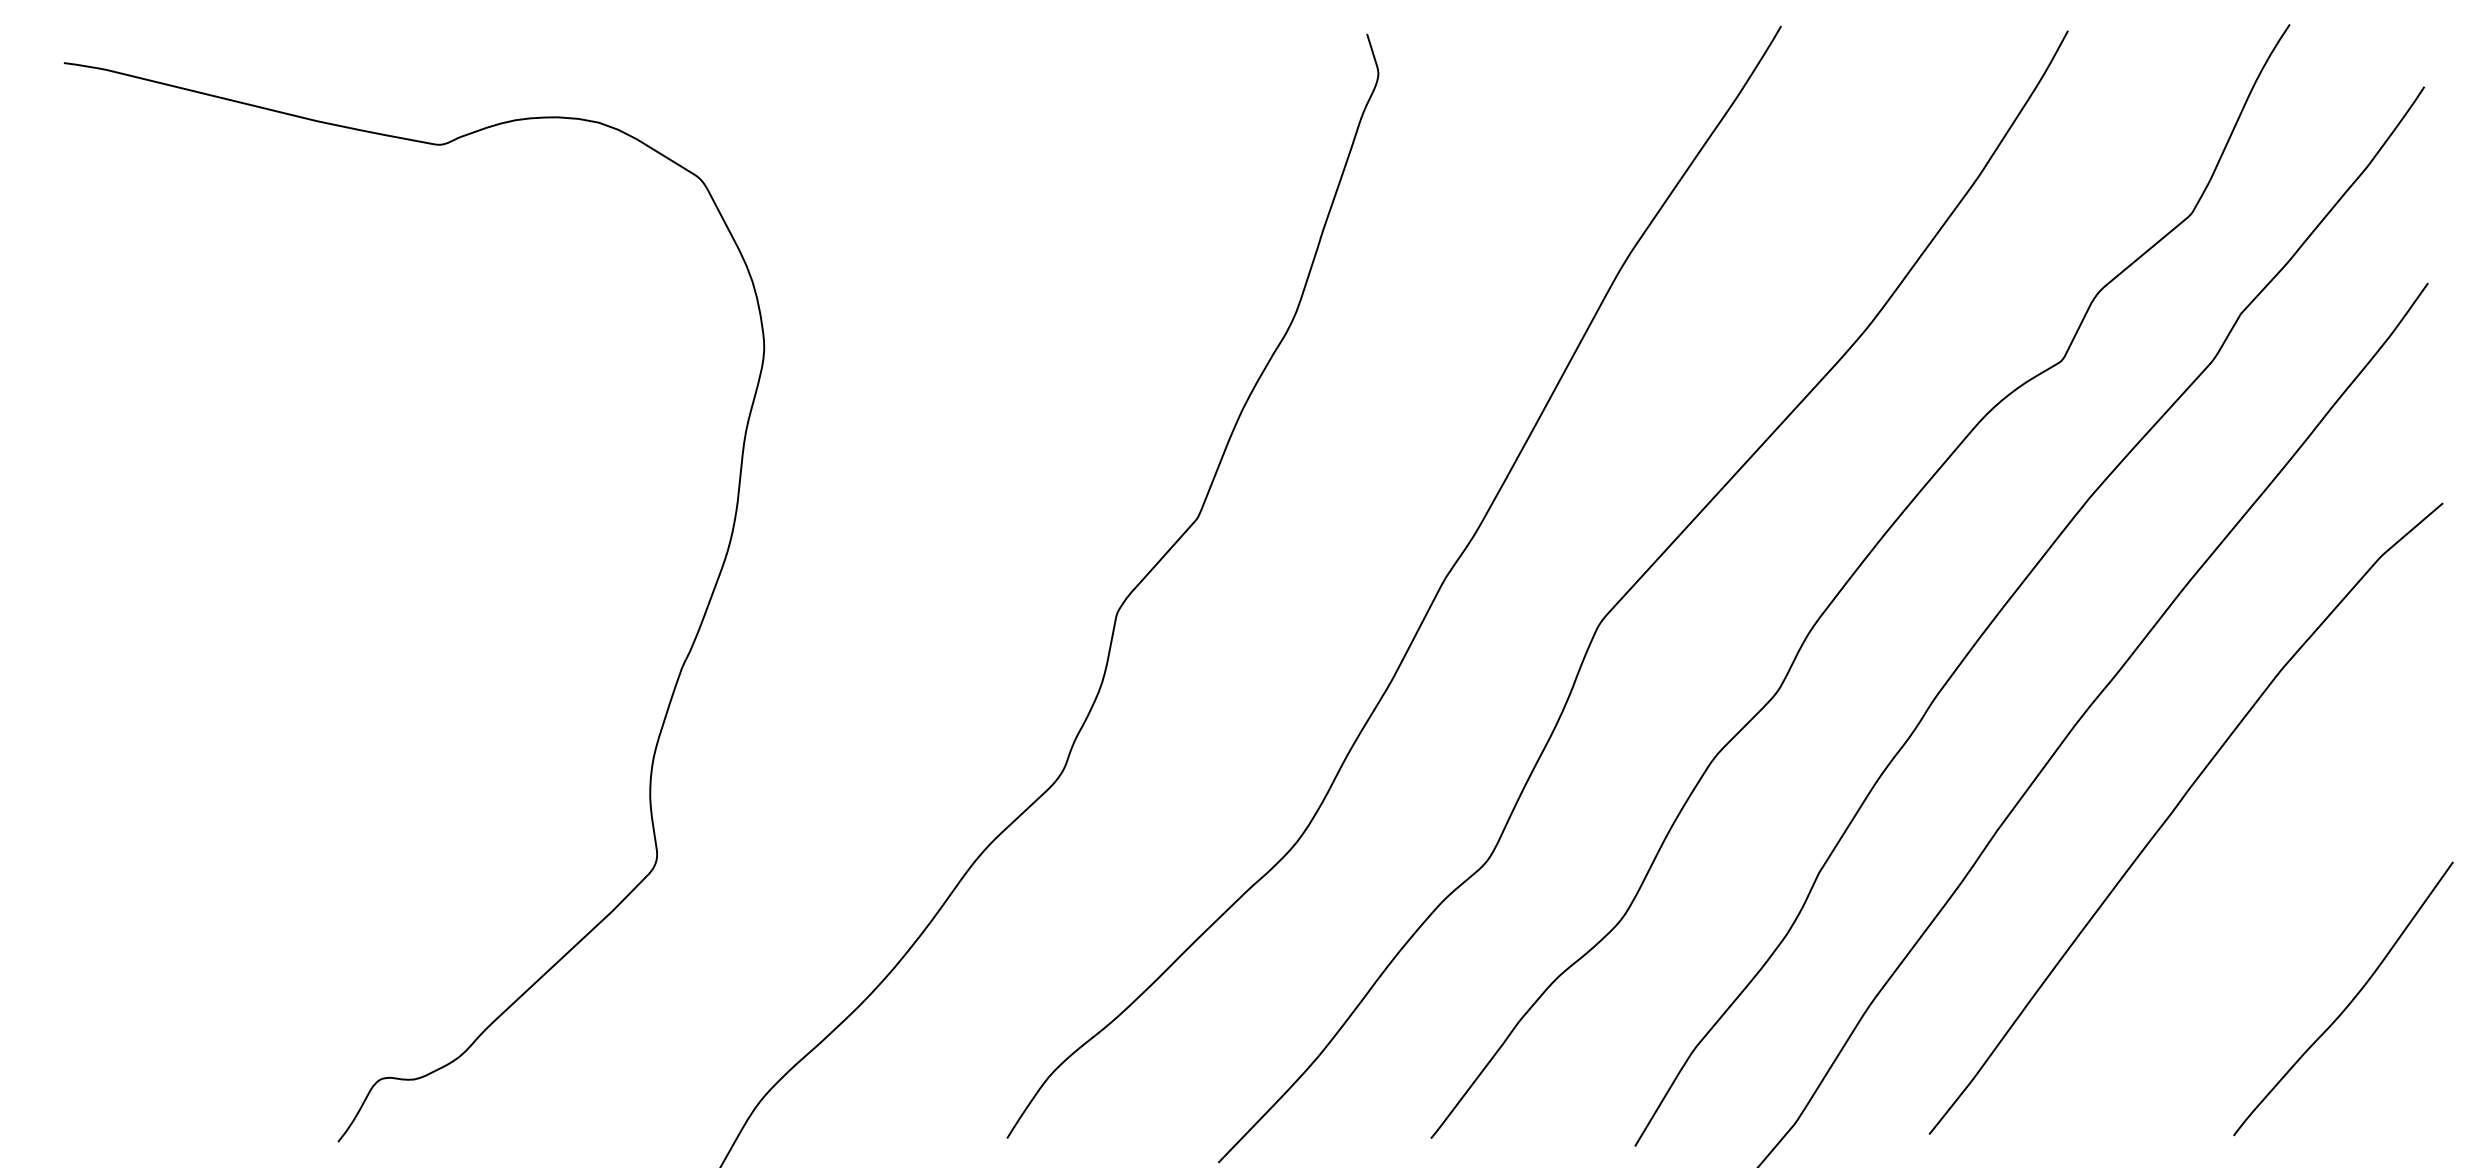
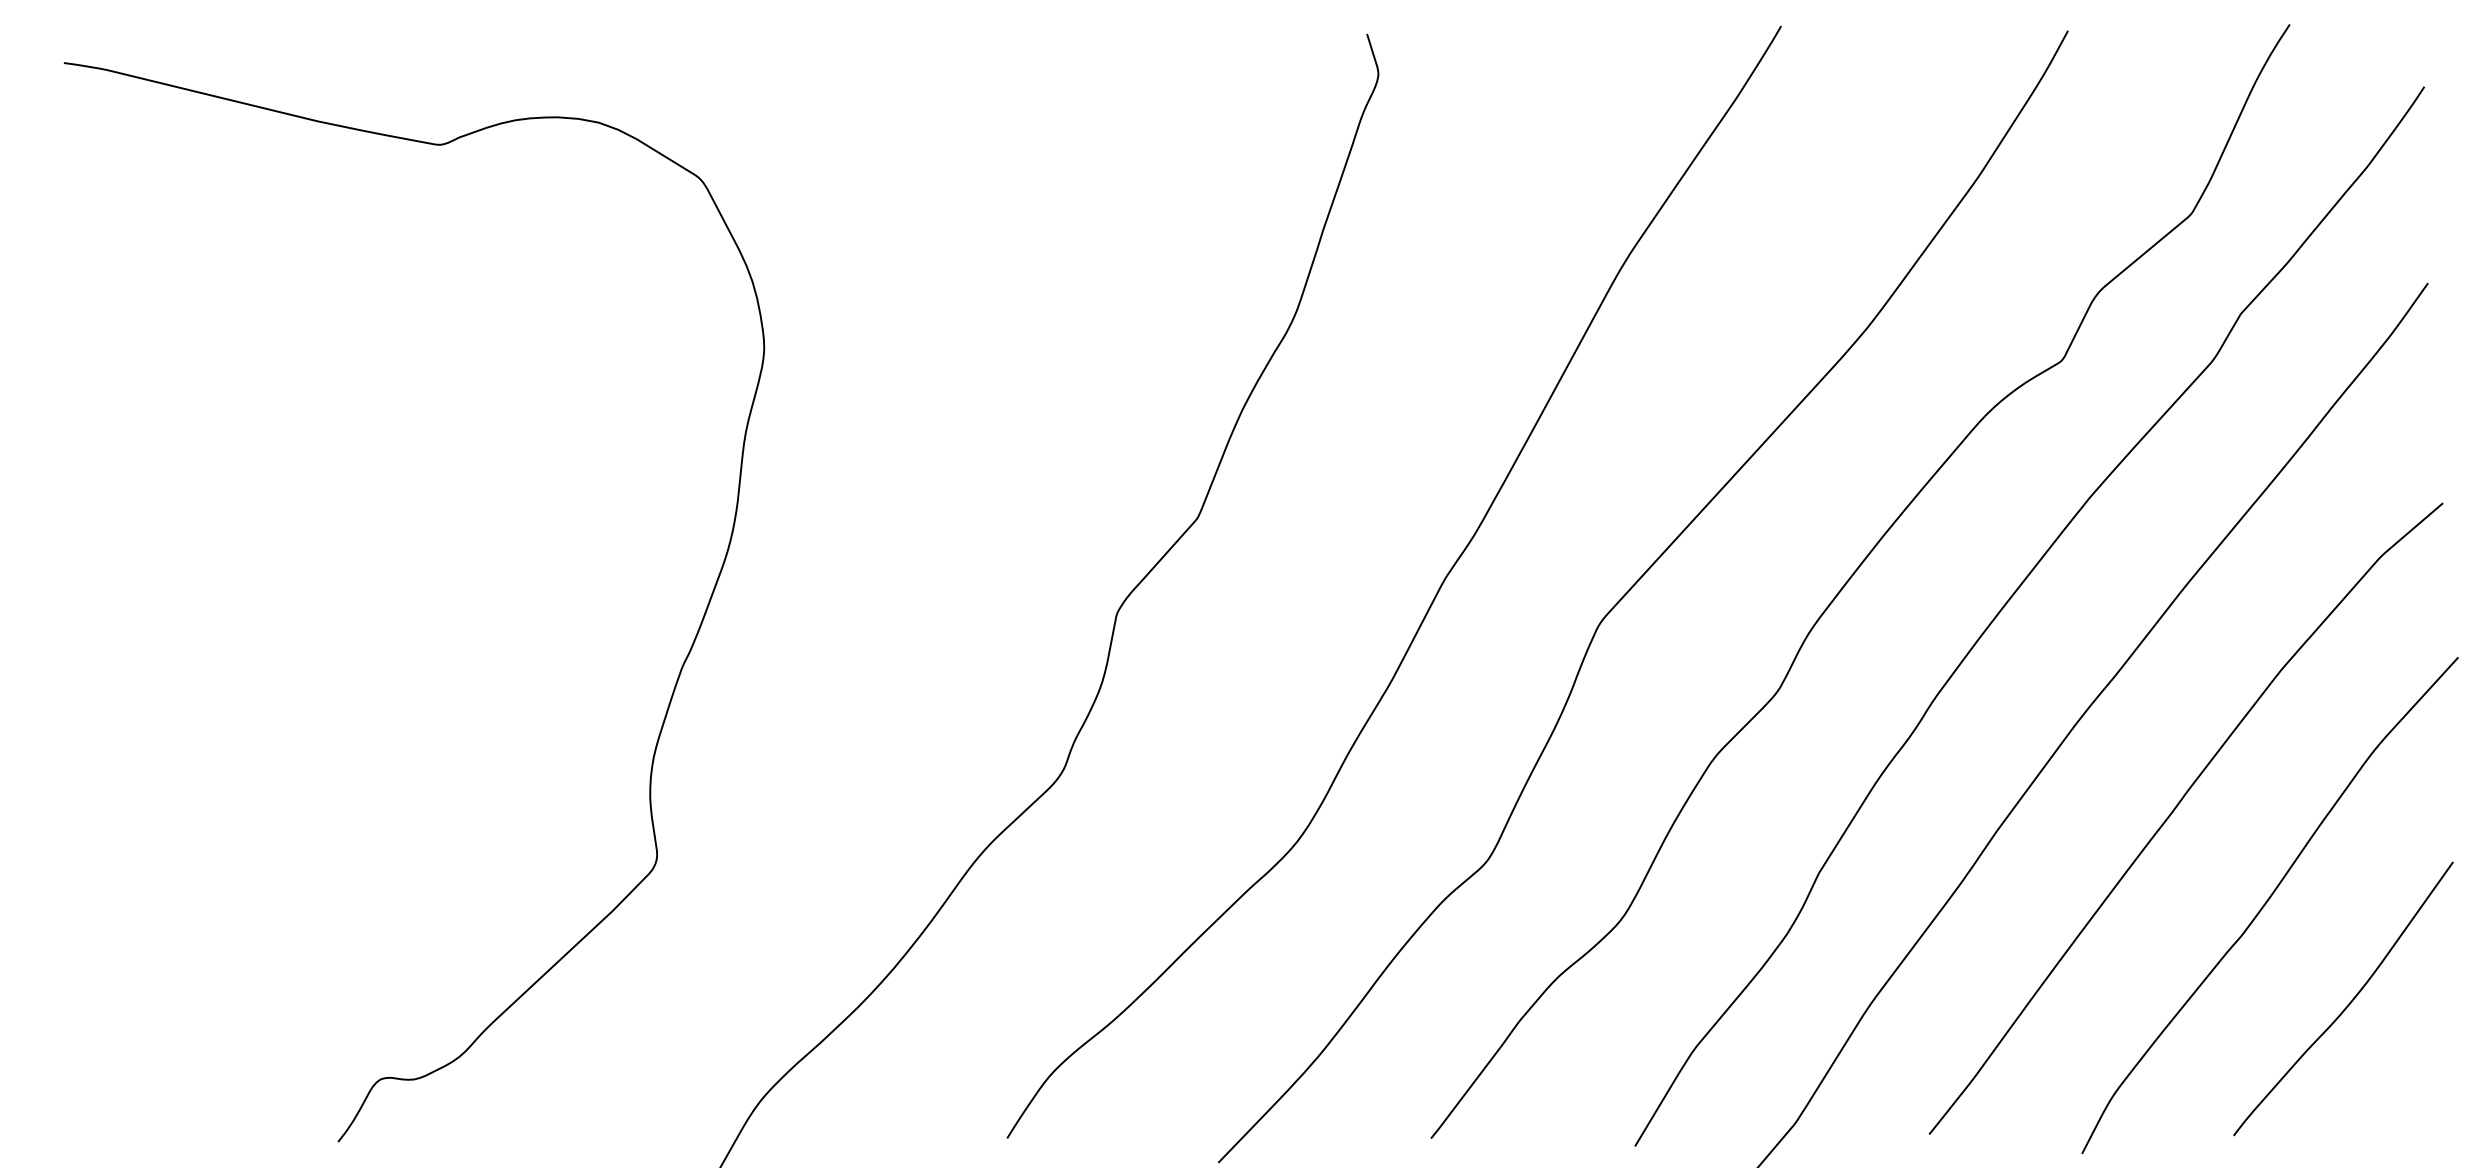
curve at (2266, 904): none -> present
